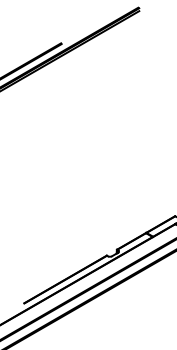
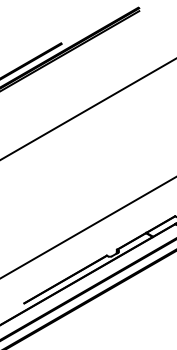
line at (87, 108): none -> present
line at (87, 227): none -> present
